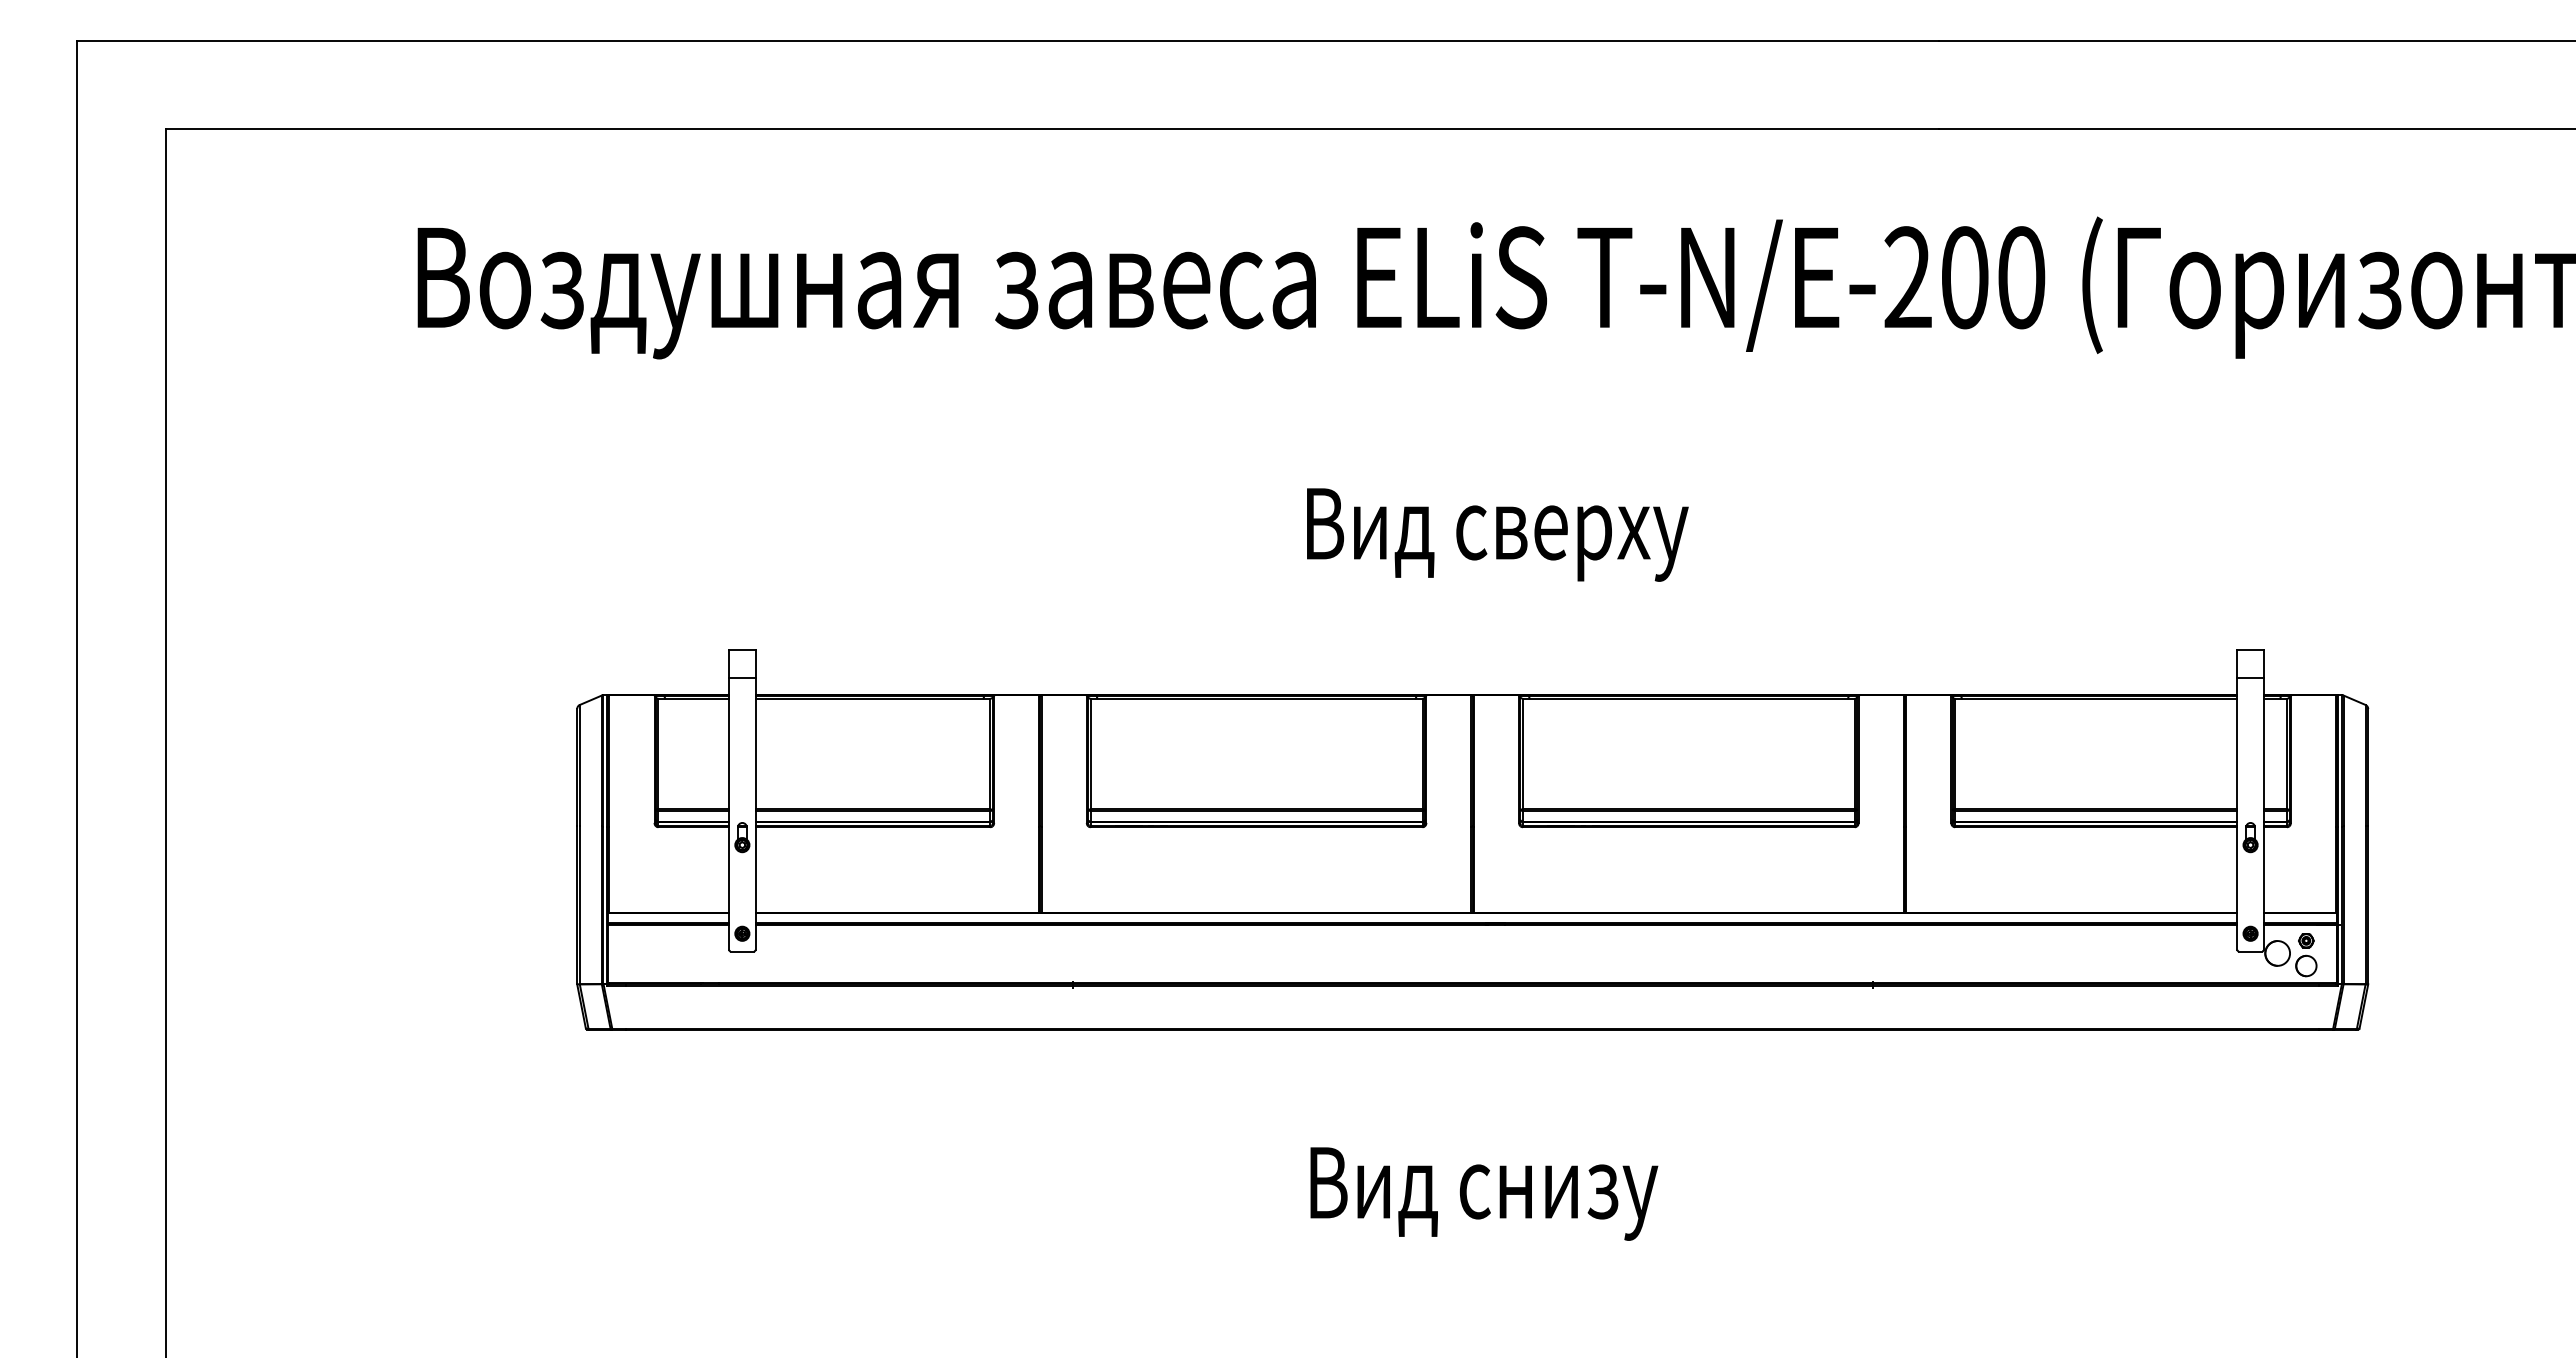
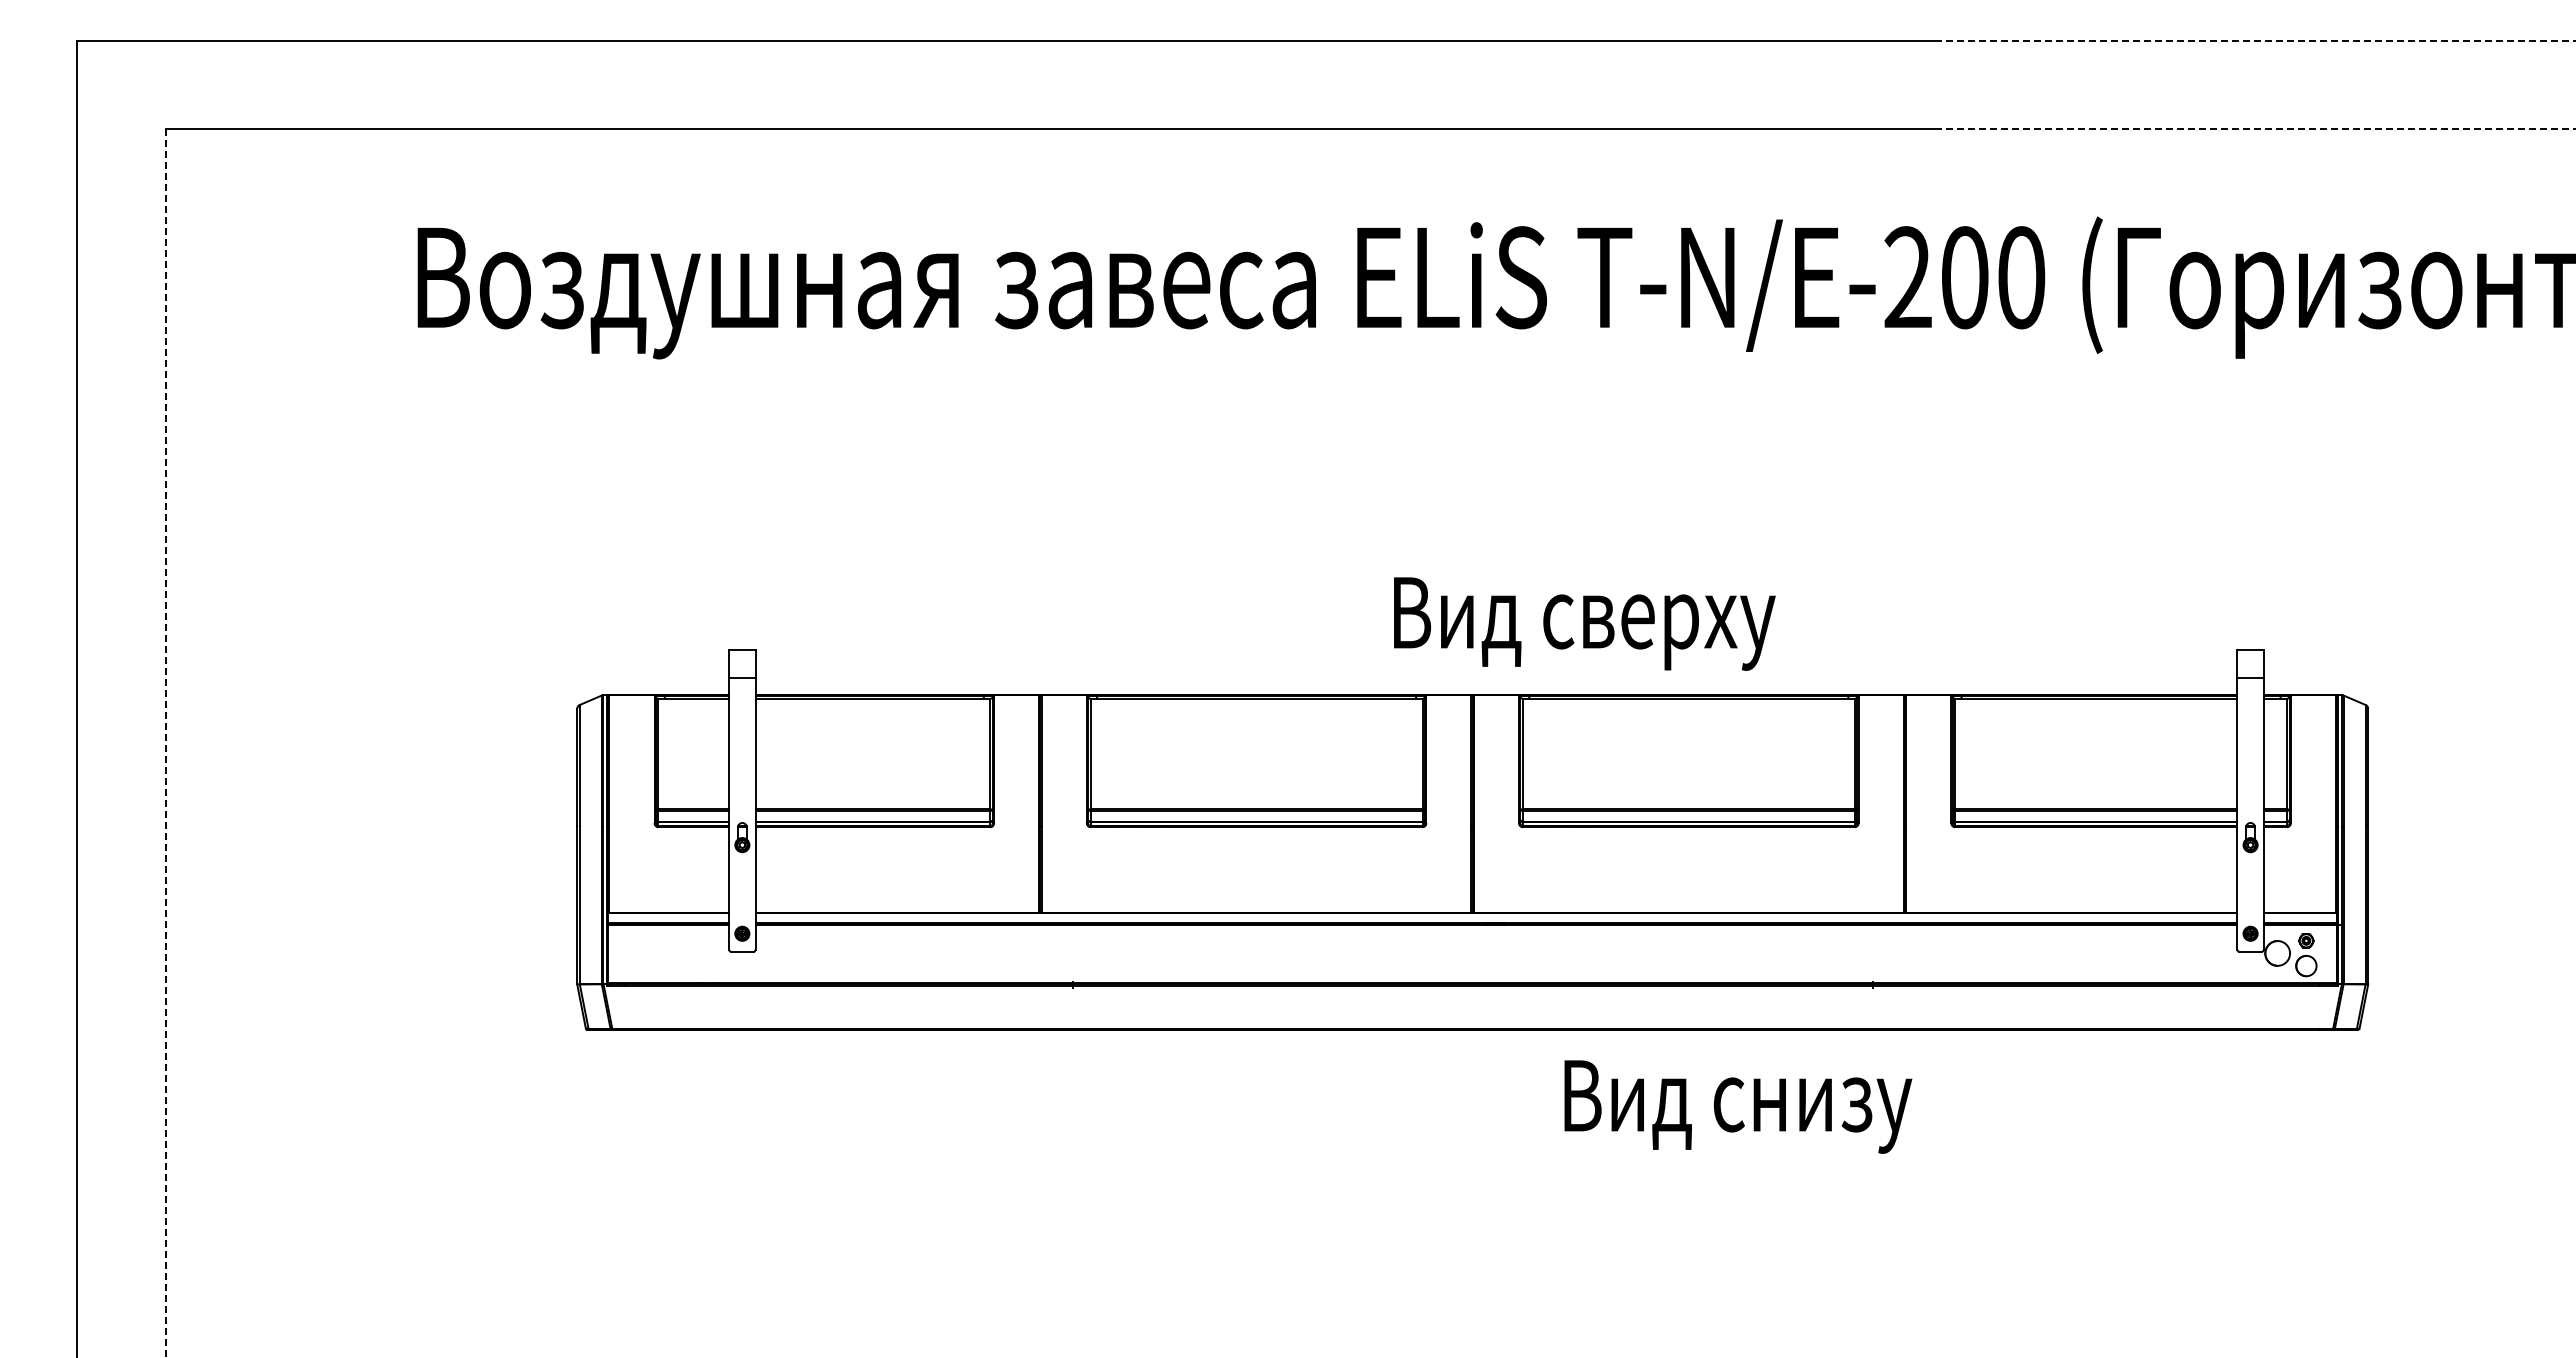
line at (2257, 40): solid -> dashed
line at (2257, 129): solid -> dashed
text at (1497, 534) position: (1497, 534) -> (1584, 623)
line at (165, 744): solid -> dashed
text at (1484, 1193) position: (1484, 1193) -> (1738, 1106)
